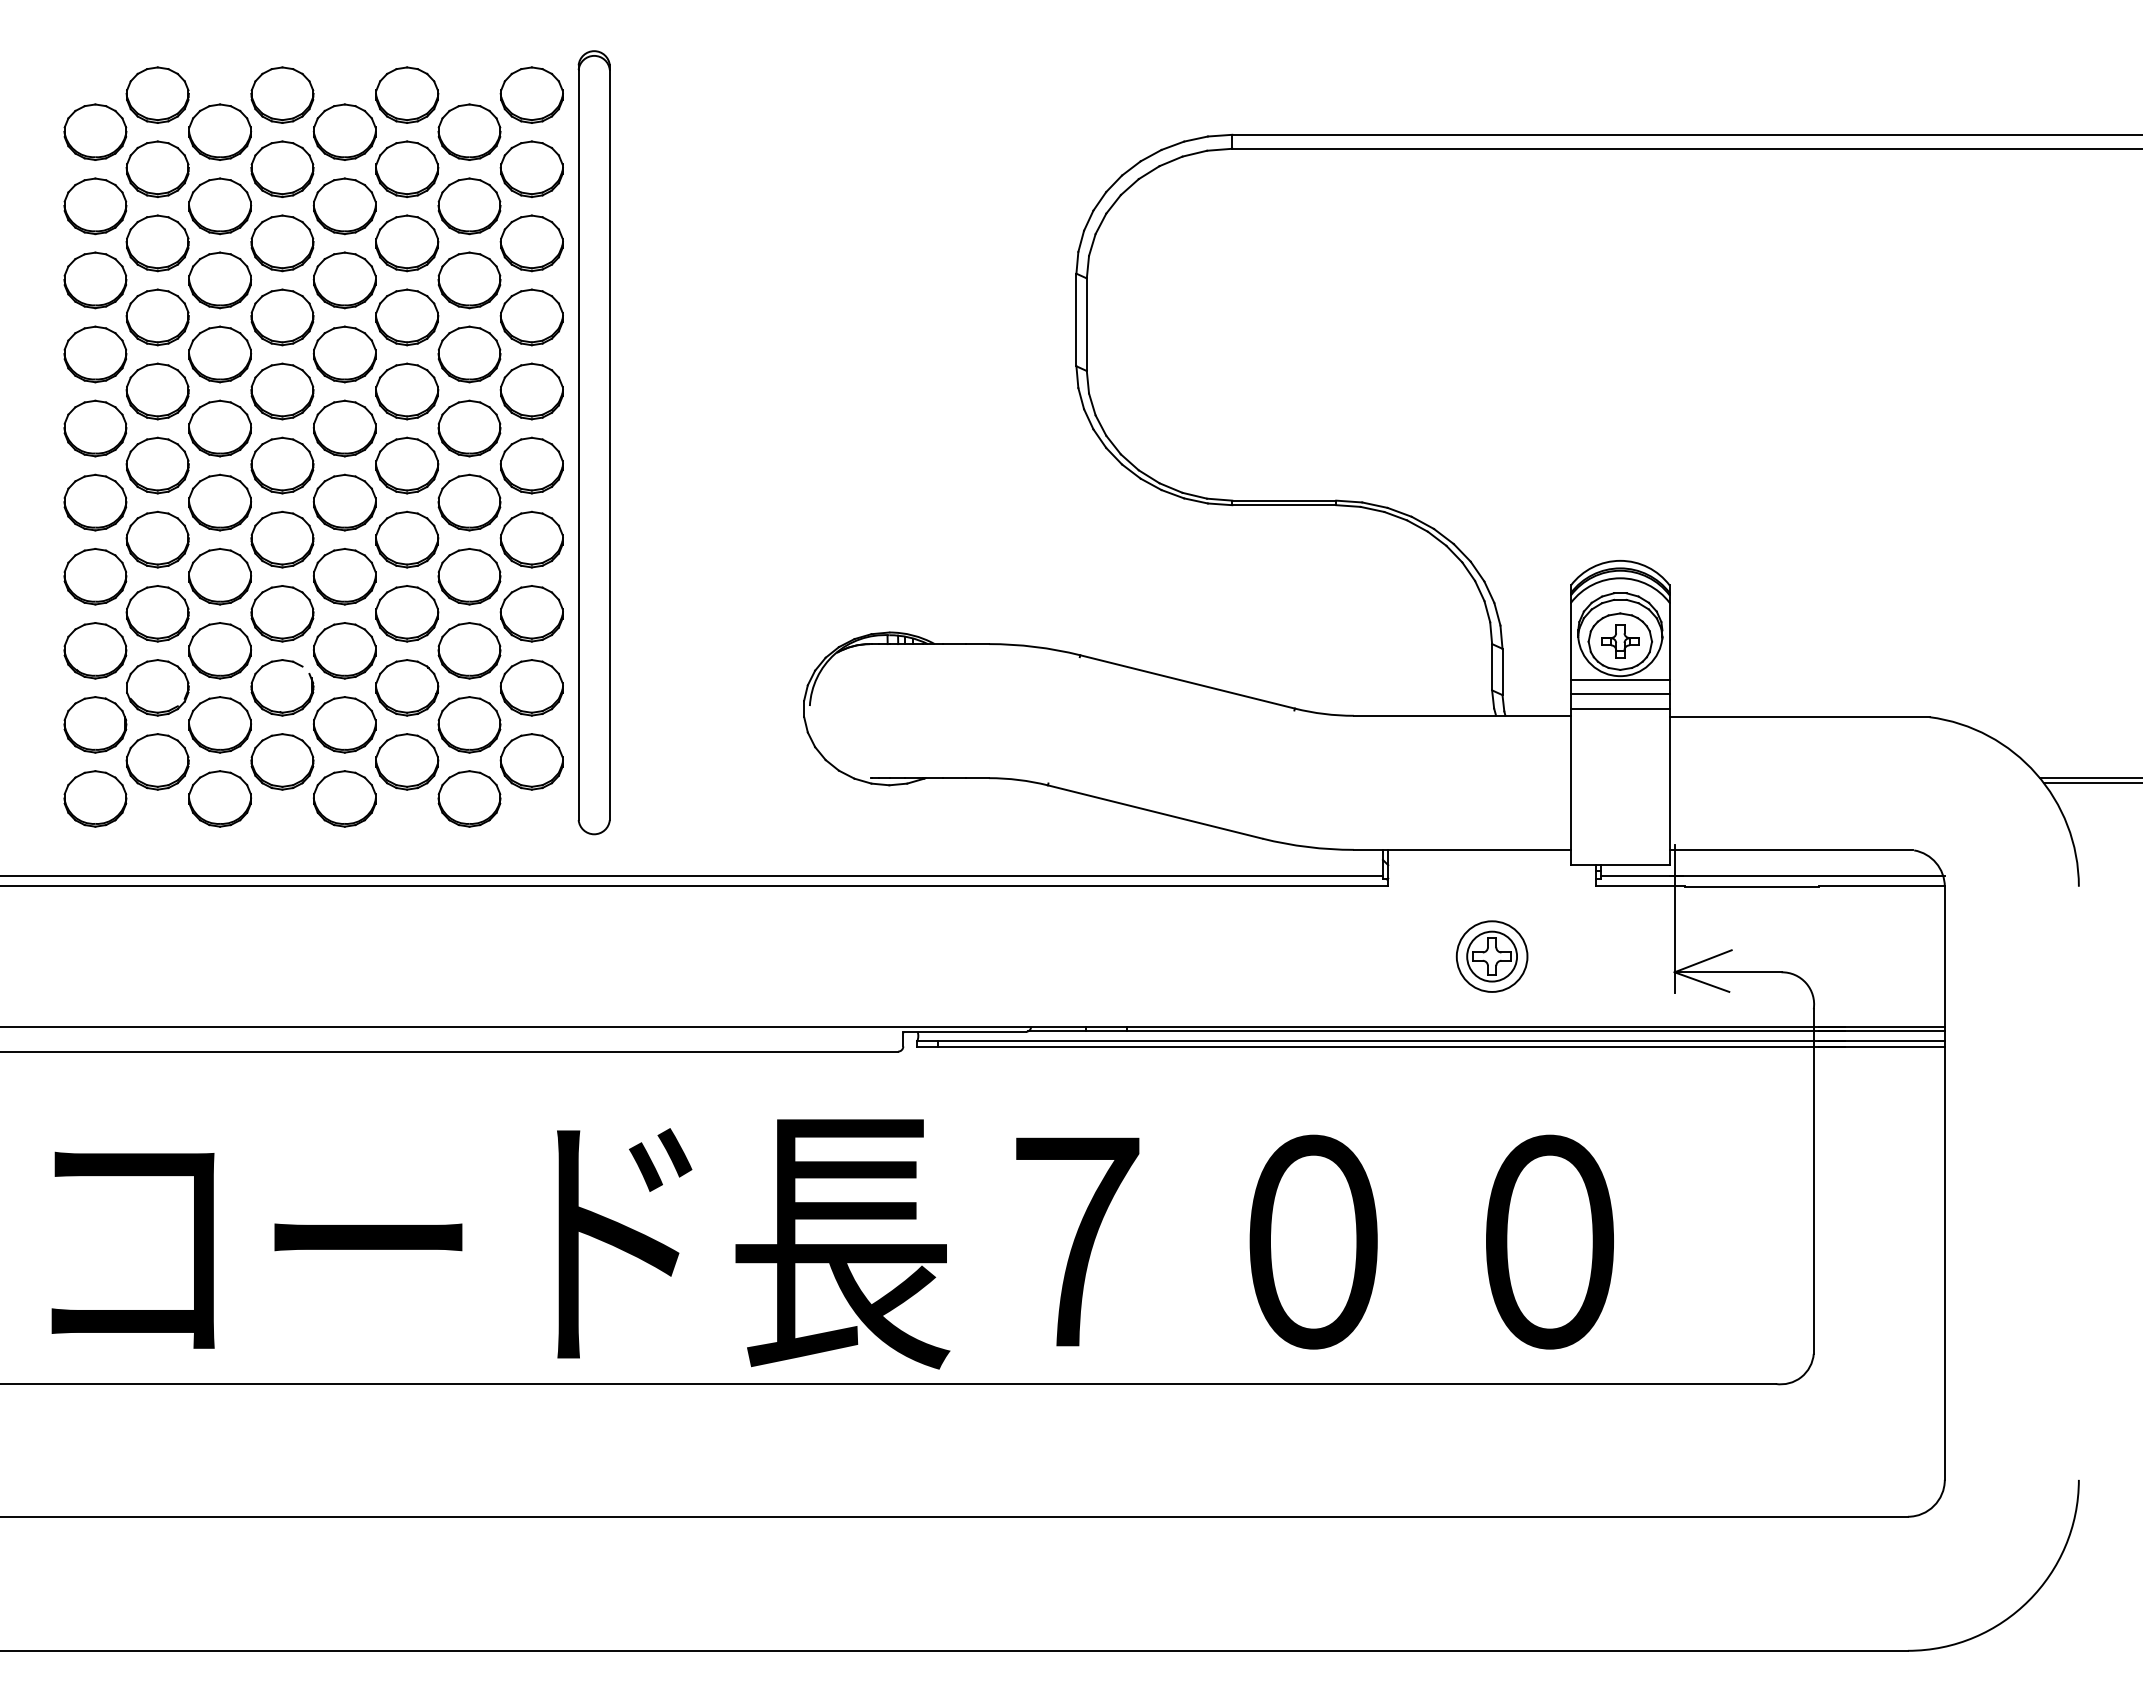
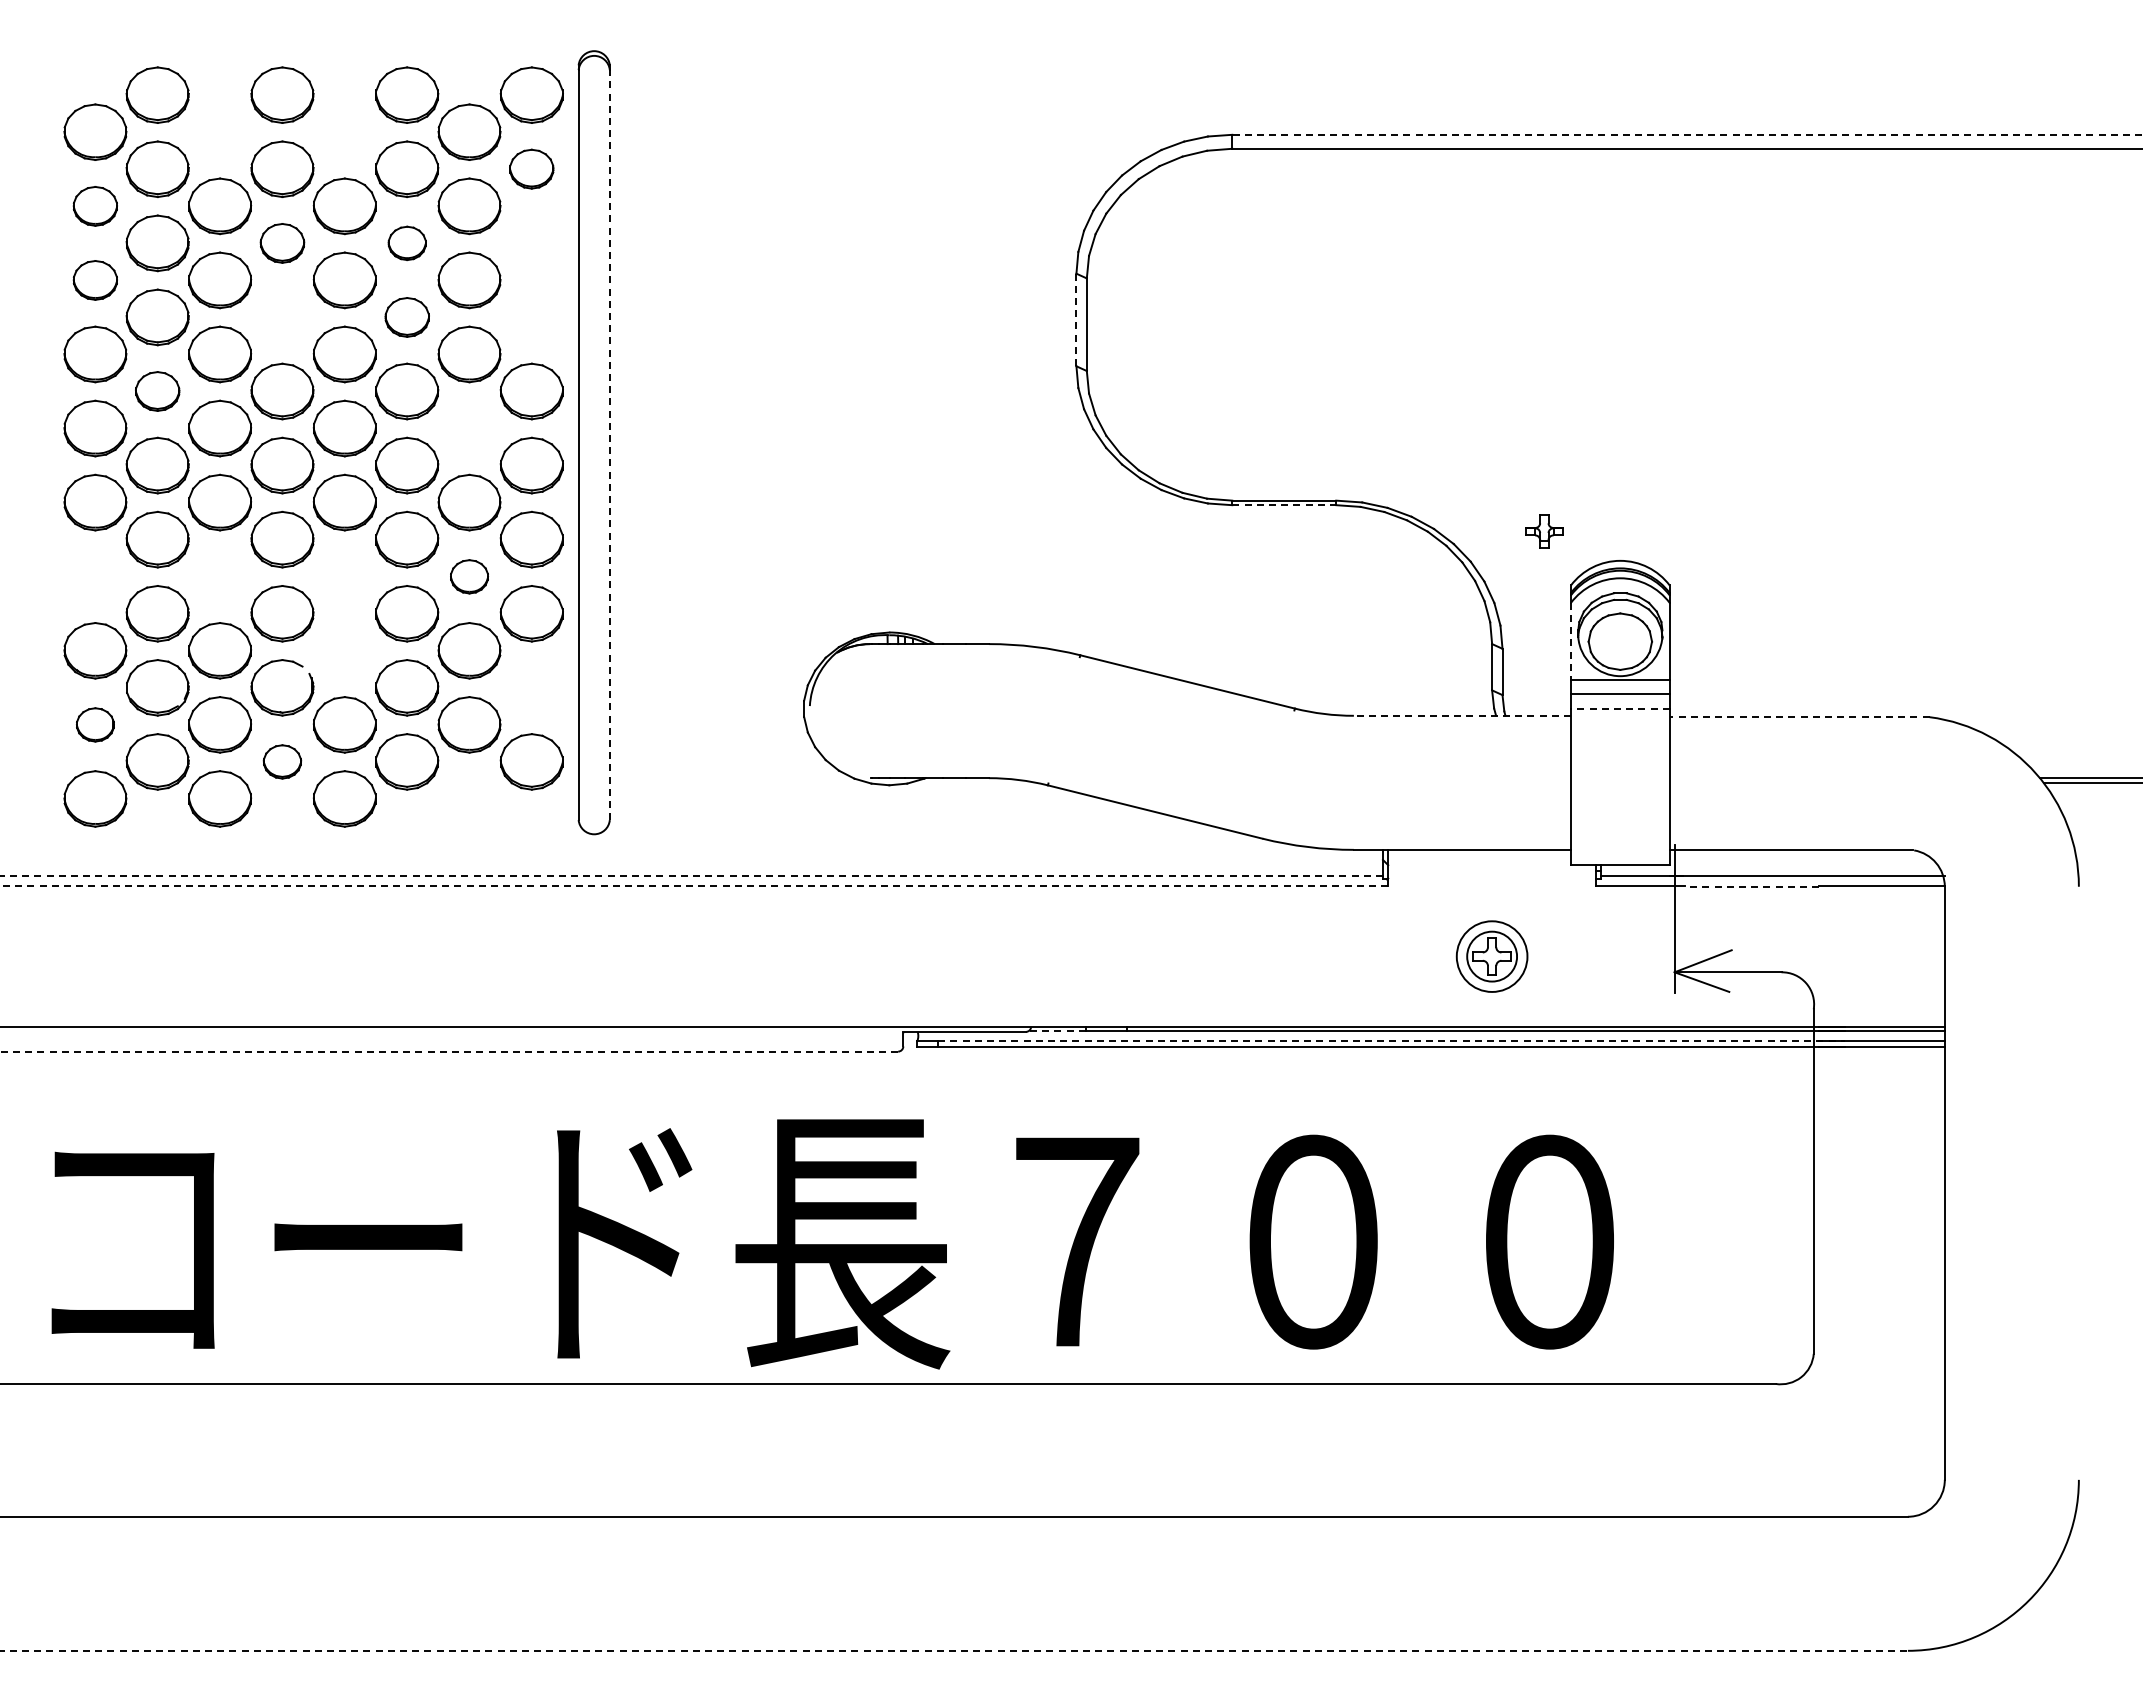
part at (220, 131): present -> none
part at (344, 131): present -> none
line at (1687, 134): solid -> dashed
part at (531, 168) size: 65x58 px -> 46x42 px
part at (95, 206) size: 65x59 px -> 46x41 px
part at (282, 243) size: 65x59 px -> 47x41 px
part at (407, 243) size: 65x59 px -> 40x37 px
part at (531, 243): present -> none
part at (95, 280) size: 65x59 px -> 46x41 px
part at (282, 317): present -> none
part at (407, 317) size: 65x59 px -> 46x41 px
part at (531, 317): present -> none
line at (1076, 320): solid -> dashed
part at (157, 391) size: 65x59 px -> 46x41 px
part at (469, 428): present -> none
line at (609, 444): solid -> dashed
line at (1284, 505): solid -> dashed
part at (95, 576): present -> none
part at (219, 576): present -> none
part at (344, 576): present -> none
part at (469, 576) size: 65x58 px -> 39x36 px
line at (1570, 641): solid -> dashed
part at (1620, 641) position: (1620, 641) -> (1544, 531)
part at (344, 650): present -> none
part at (531, 687): present -> none
line at (1619, 709): solid -> dashed
line at (1462, 715): solid -> dashed
line at (1799, 717): solid -> dashed
part at (95, 724) size: 65x58 px -> 39x36 px
part at (282, 761) size: 65x58 px -> 41x36 px
part at (469, 798): present -> none
line at (691, 875): solid -> dashed
line at (694, 885): solid -> dashed
line at (1751, 886): solid -> dashed
line at (1056, 1031): solid -> dashed
line at (1392, 1040): solid -> dashed
line at (449, 1051): solid -> dashed
line at (954, 1650): solid -> dashed
